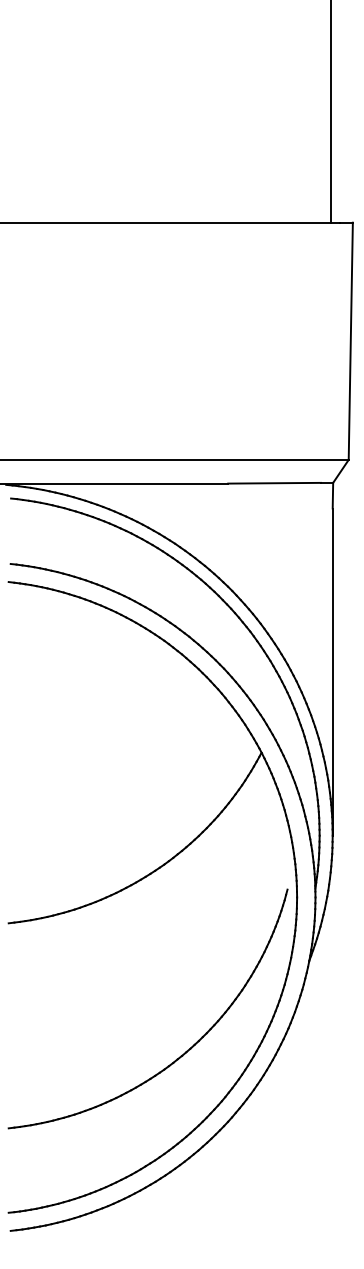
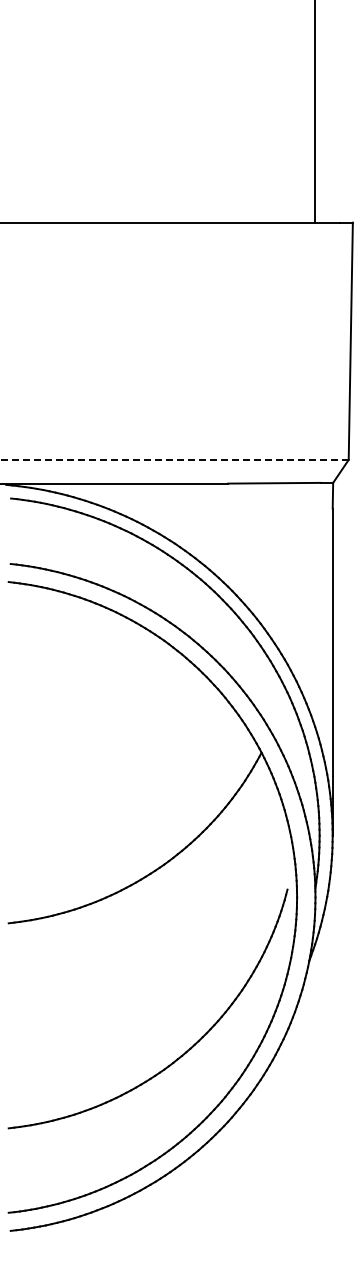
line at (330, 112) position: (330, 112) -> (314, 112)
line at (173, 459): solid -> dashed
